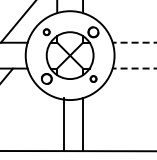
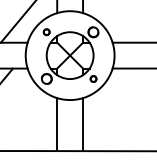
line at (134, 42): dashed -> solid
line at (134, 68): dashed -> solid
line at (64, 124) position: (64, 124) -> (57, 124)
